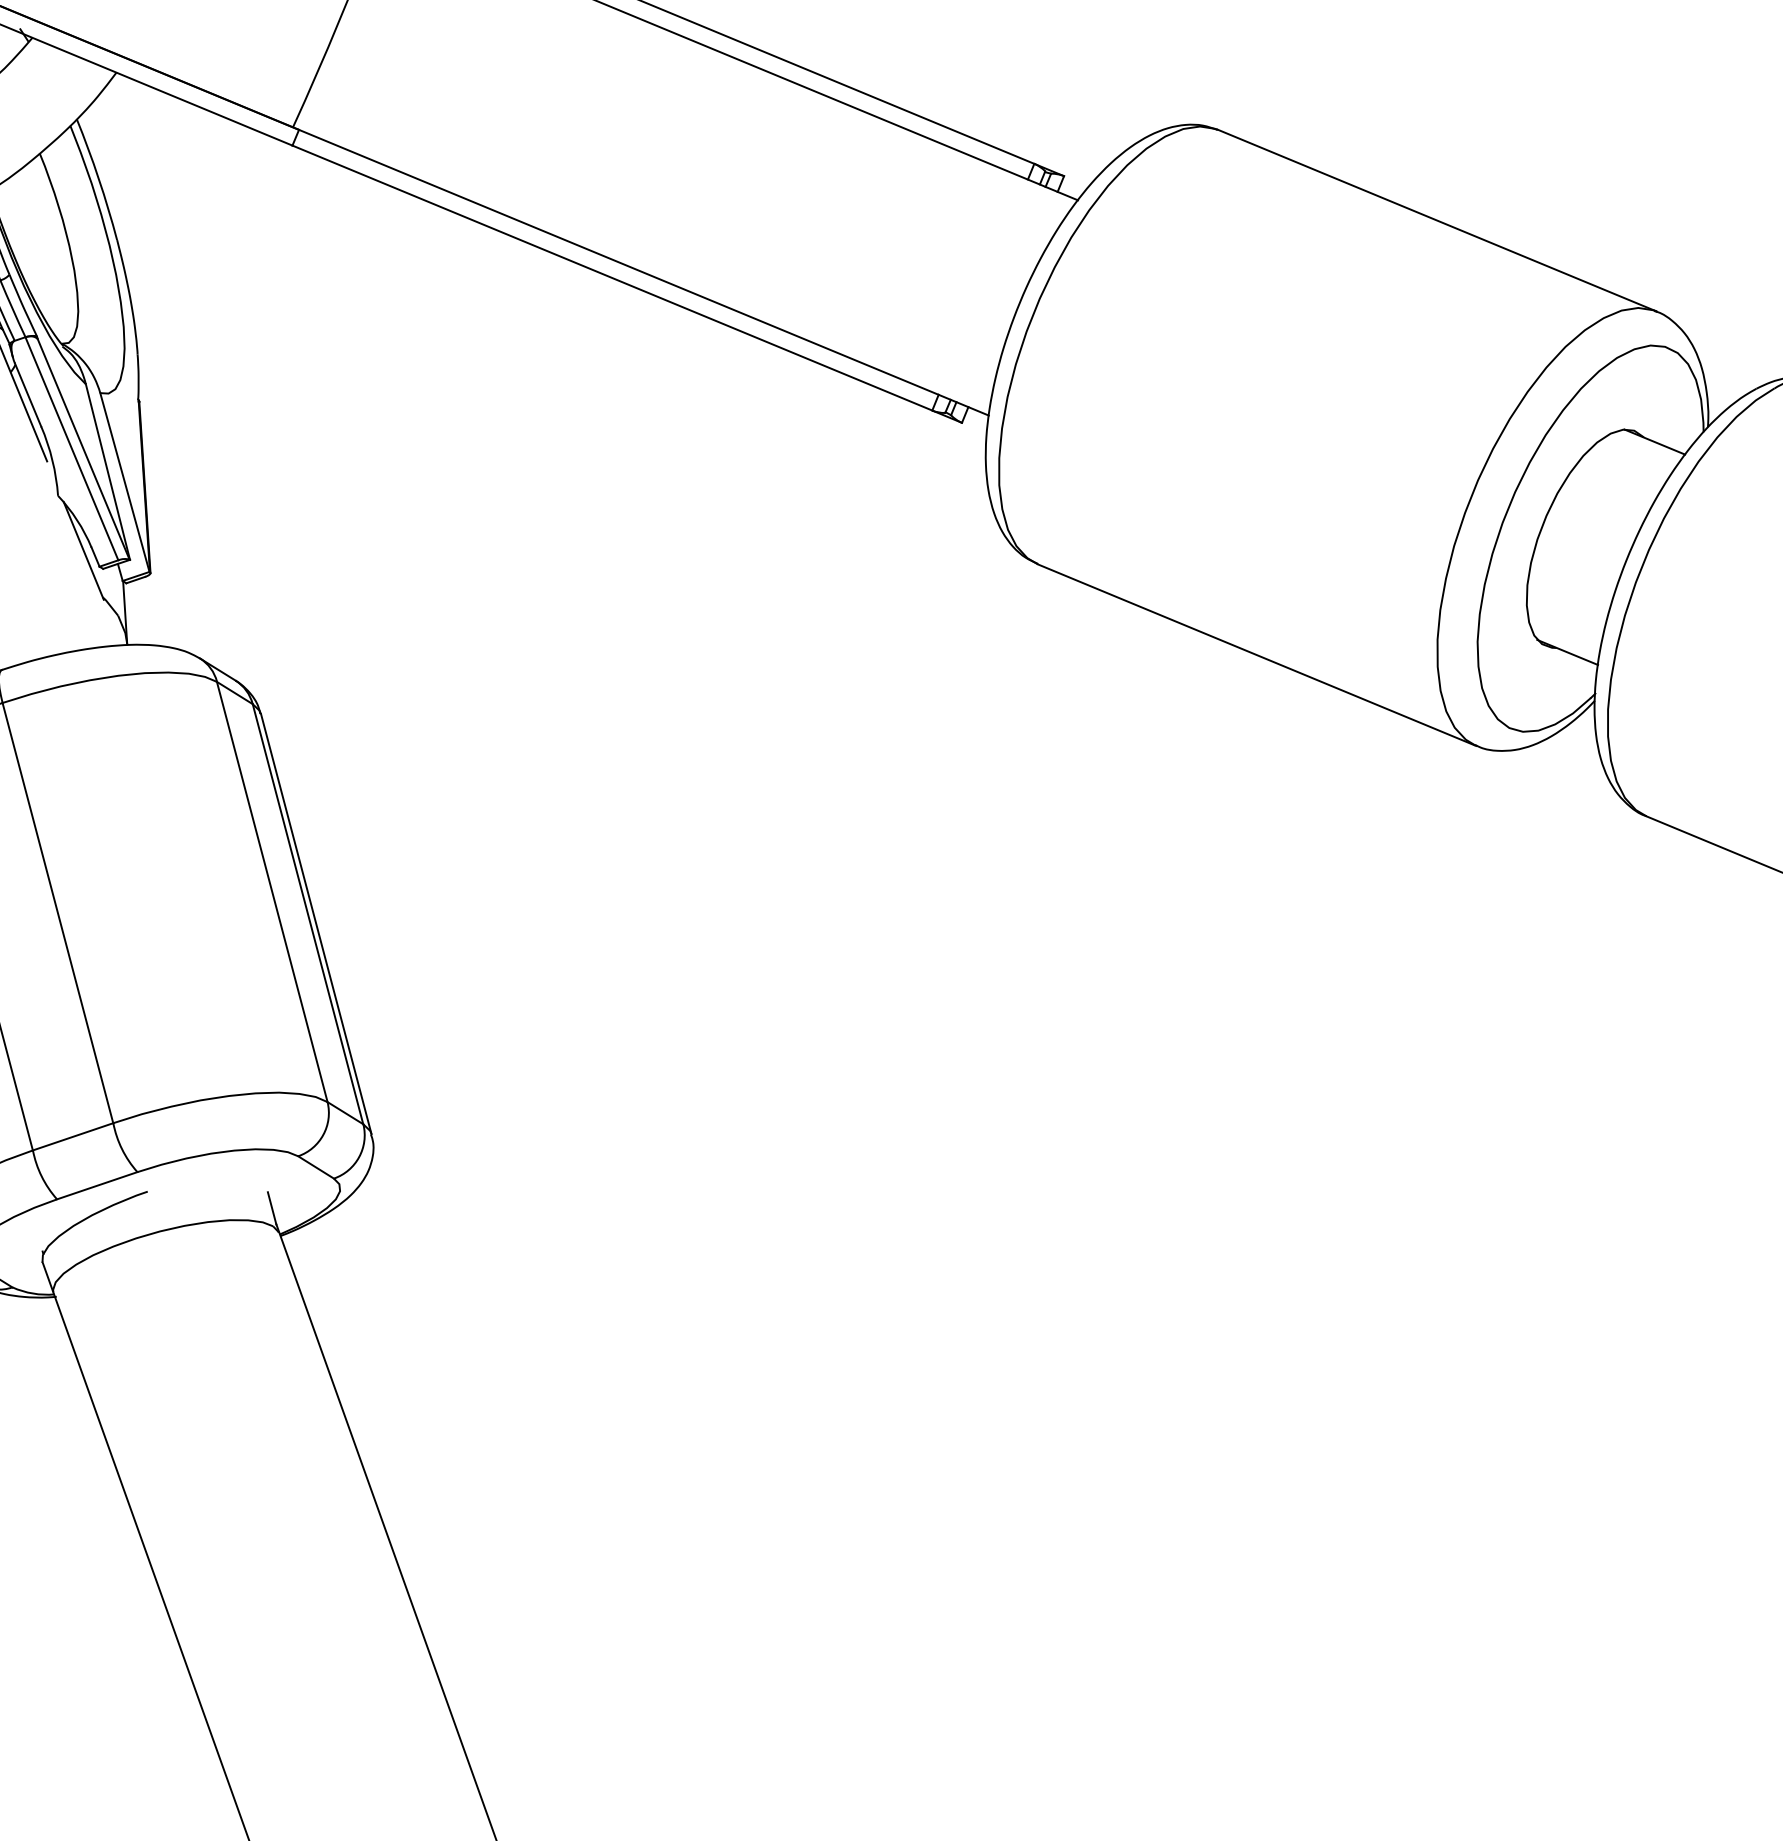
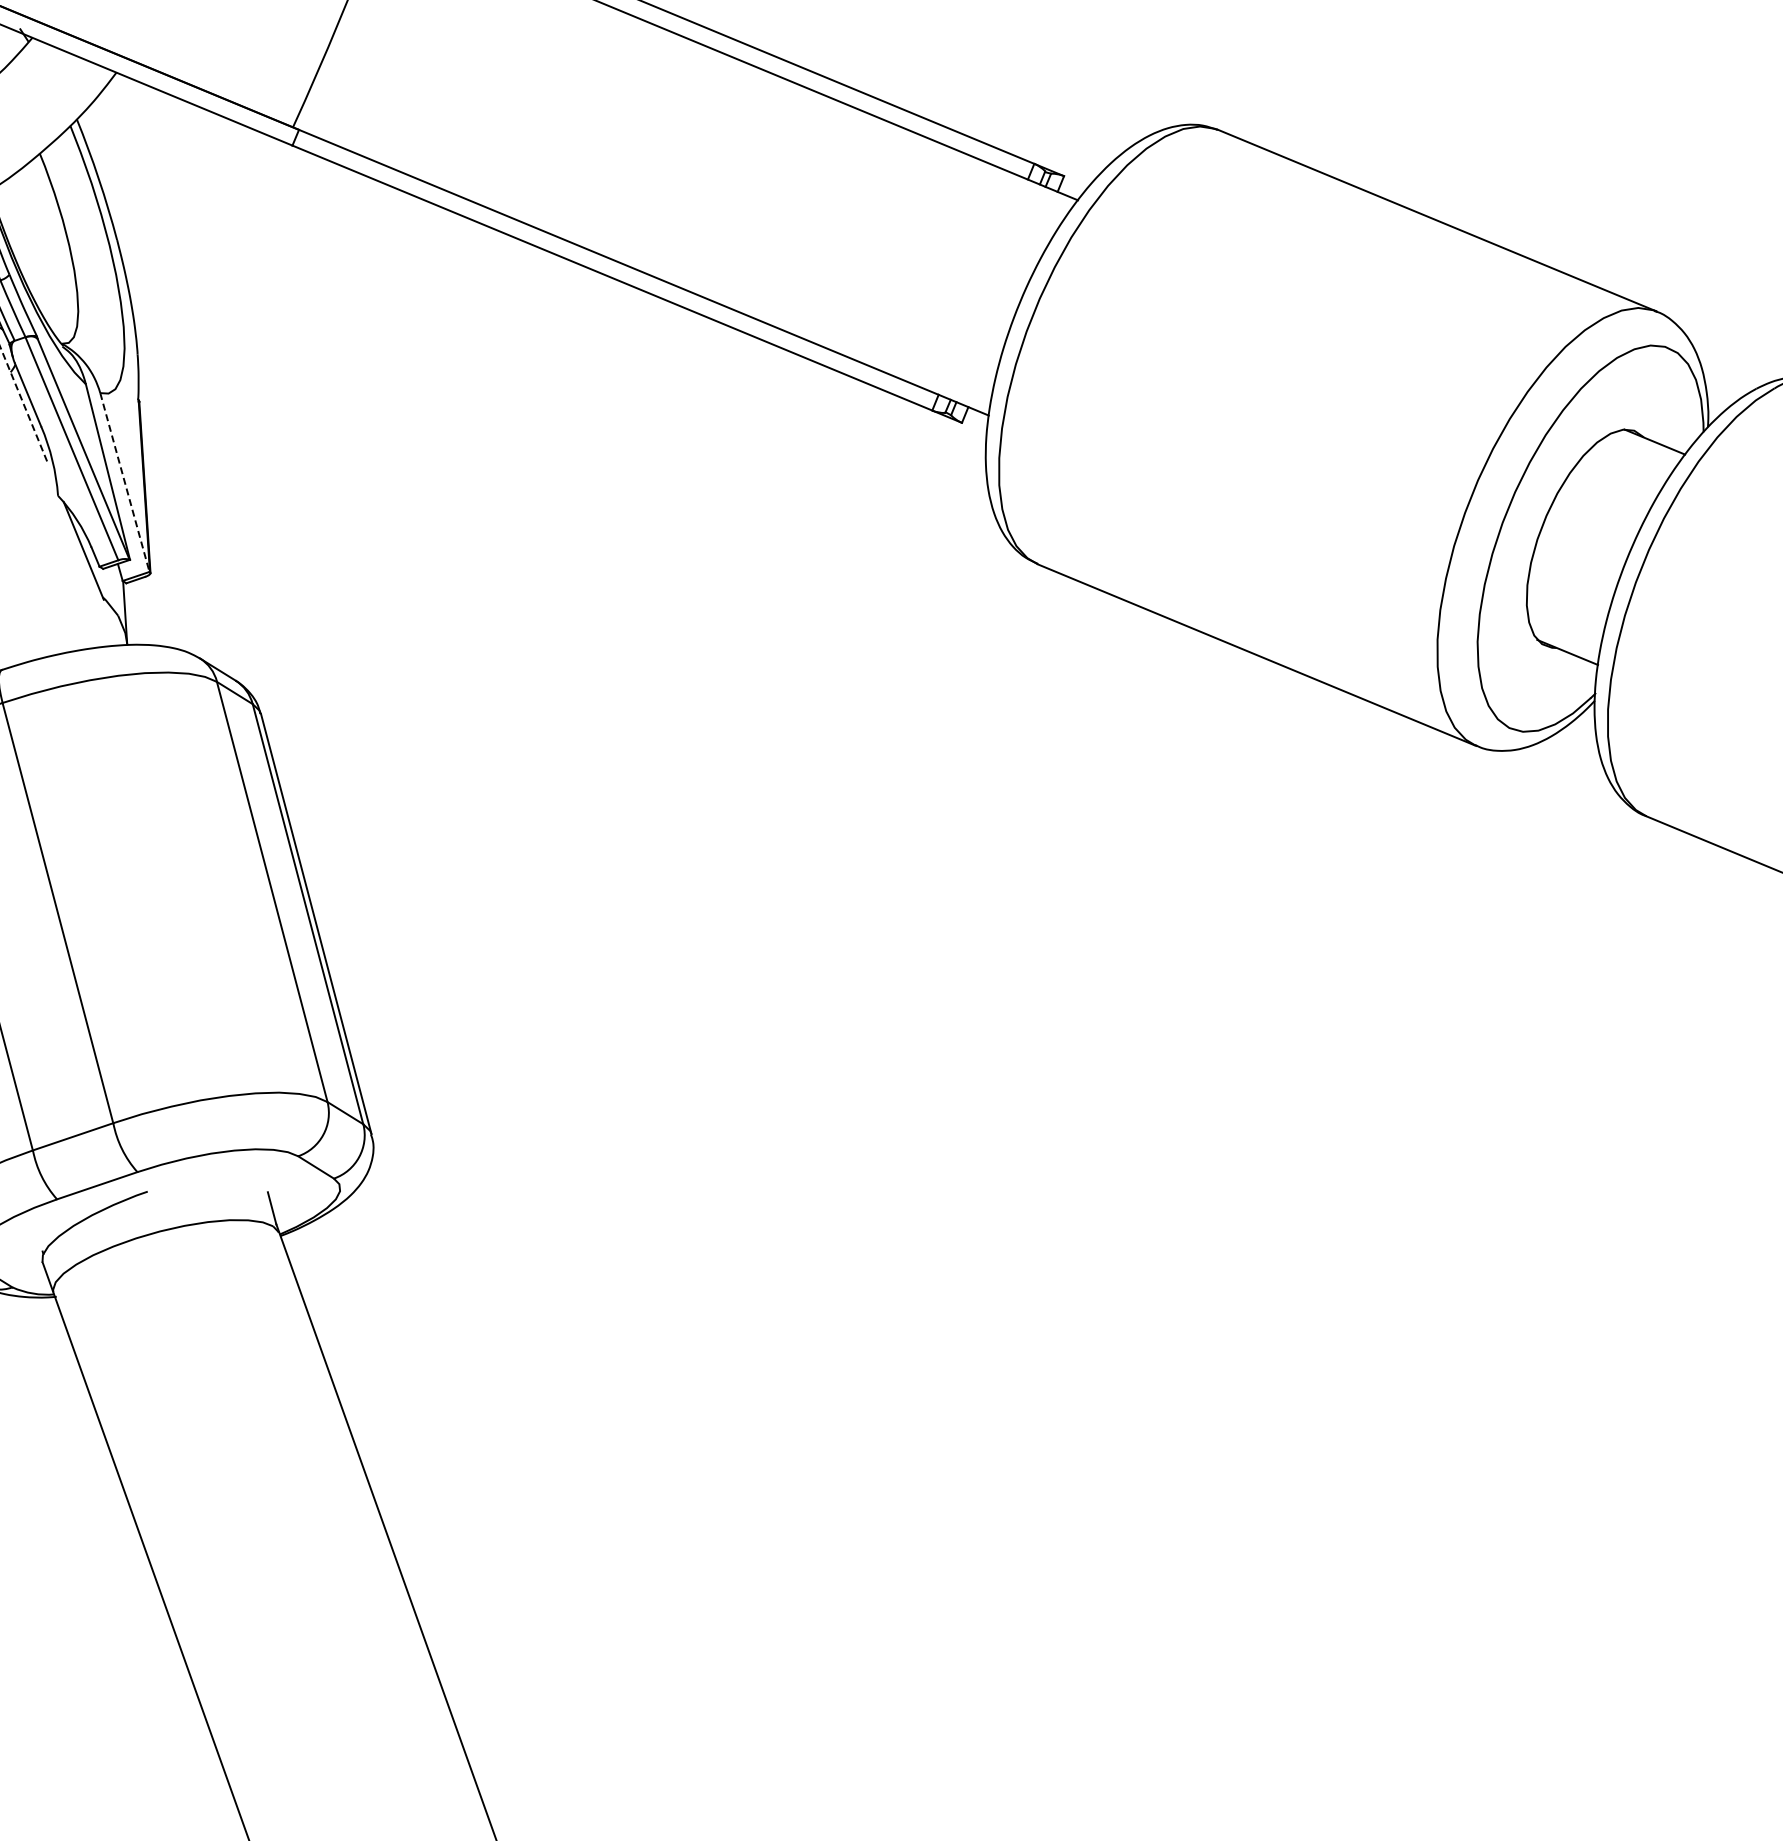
line at (23, 404): solid -> dashed
line at (124, 482): solid -> dashed
